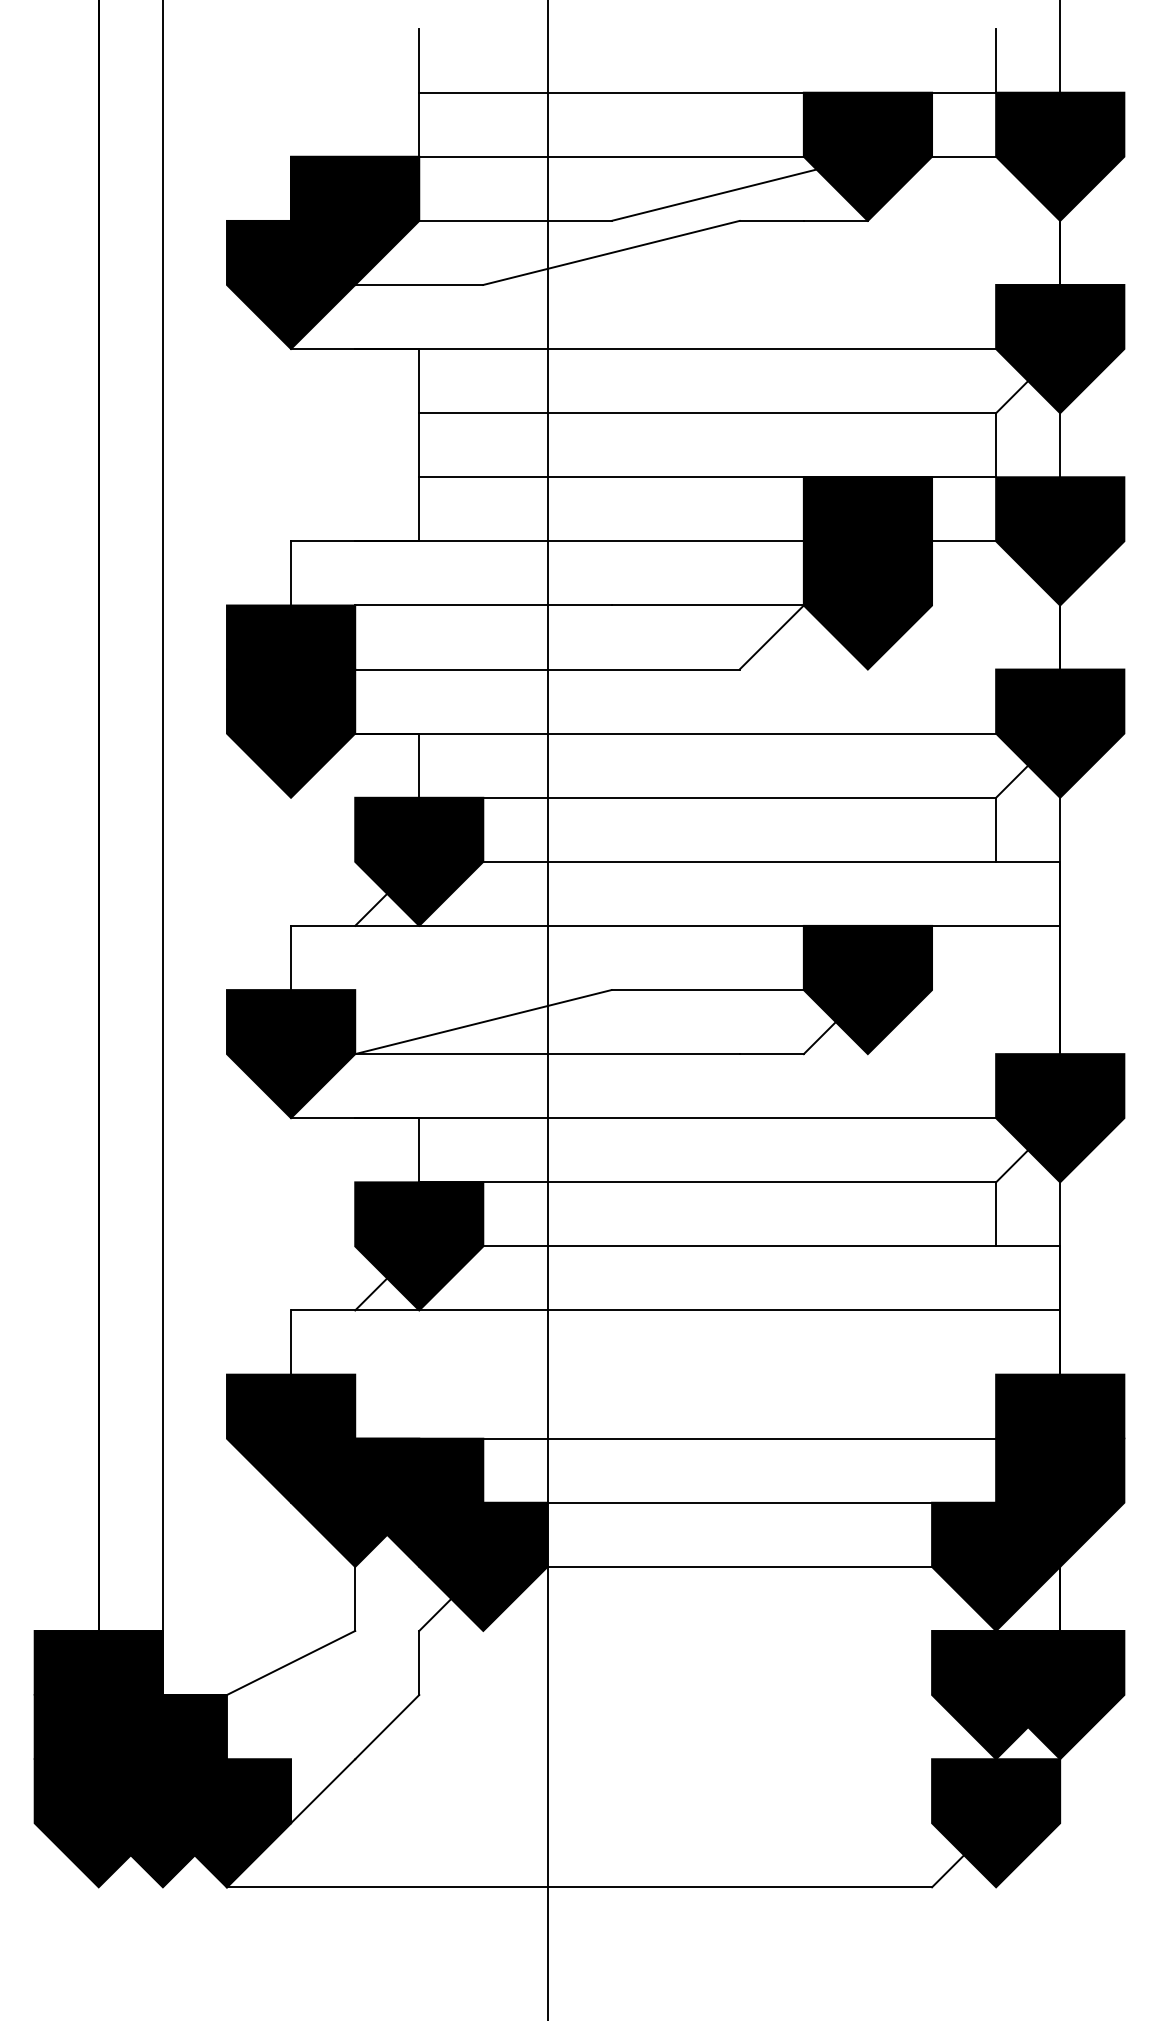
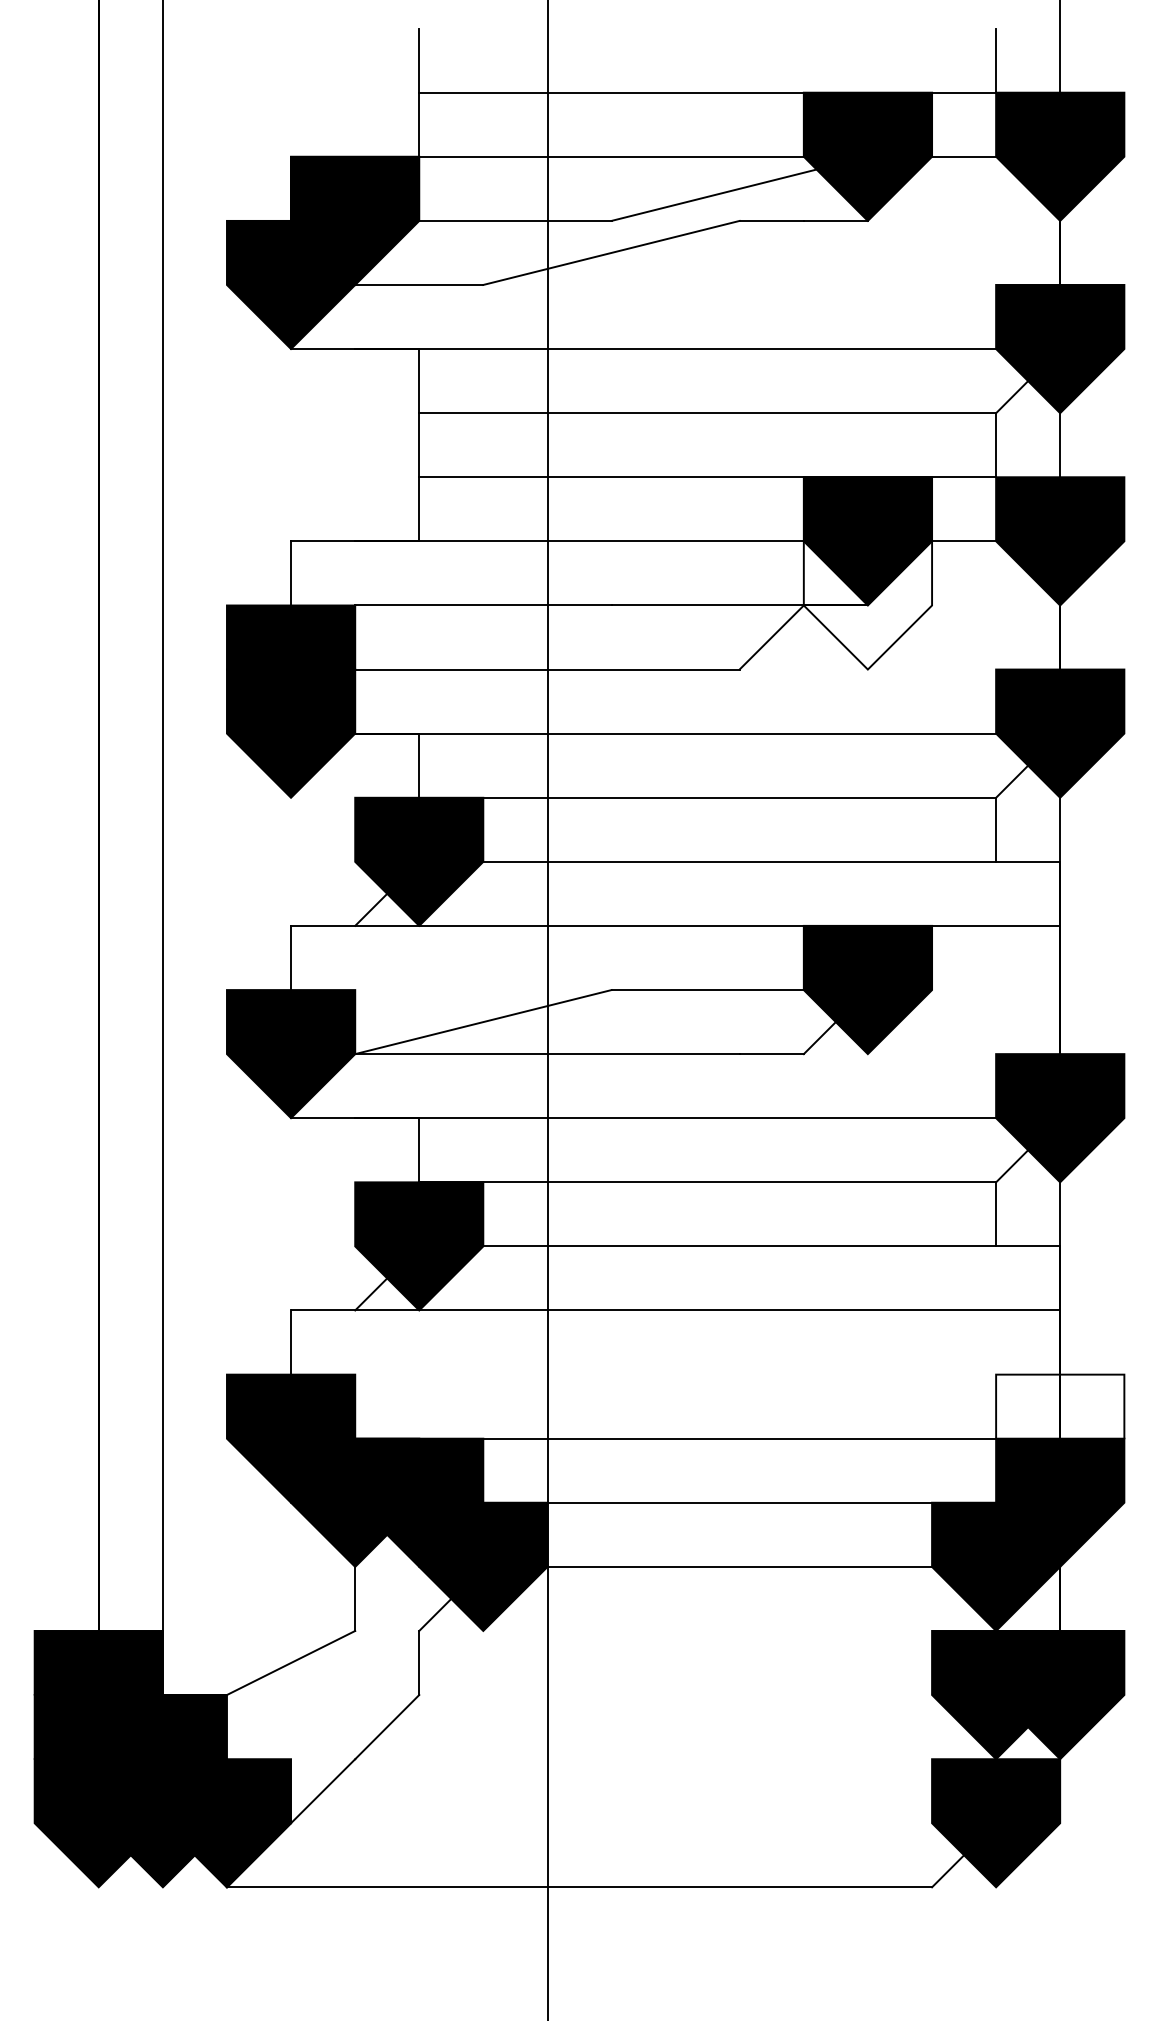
fill at (867, 605): present -> none
fill at (1060, 1438): present -> none
